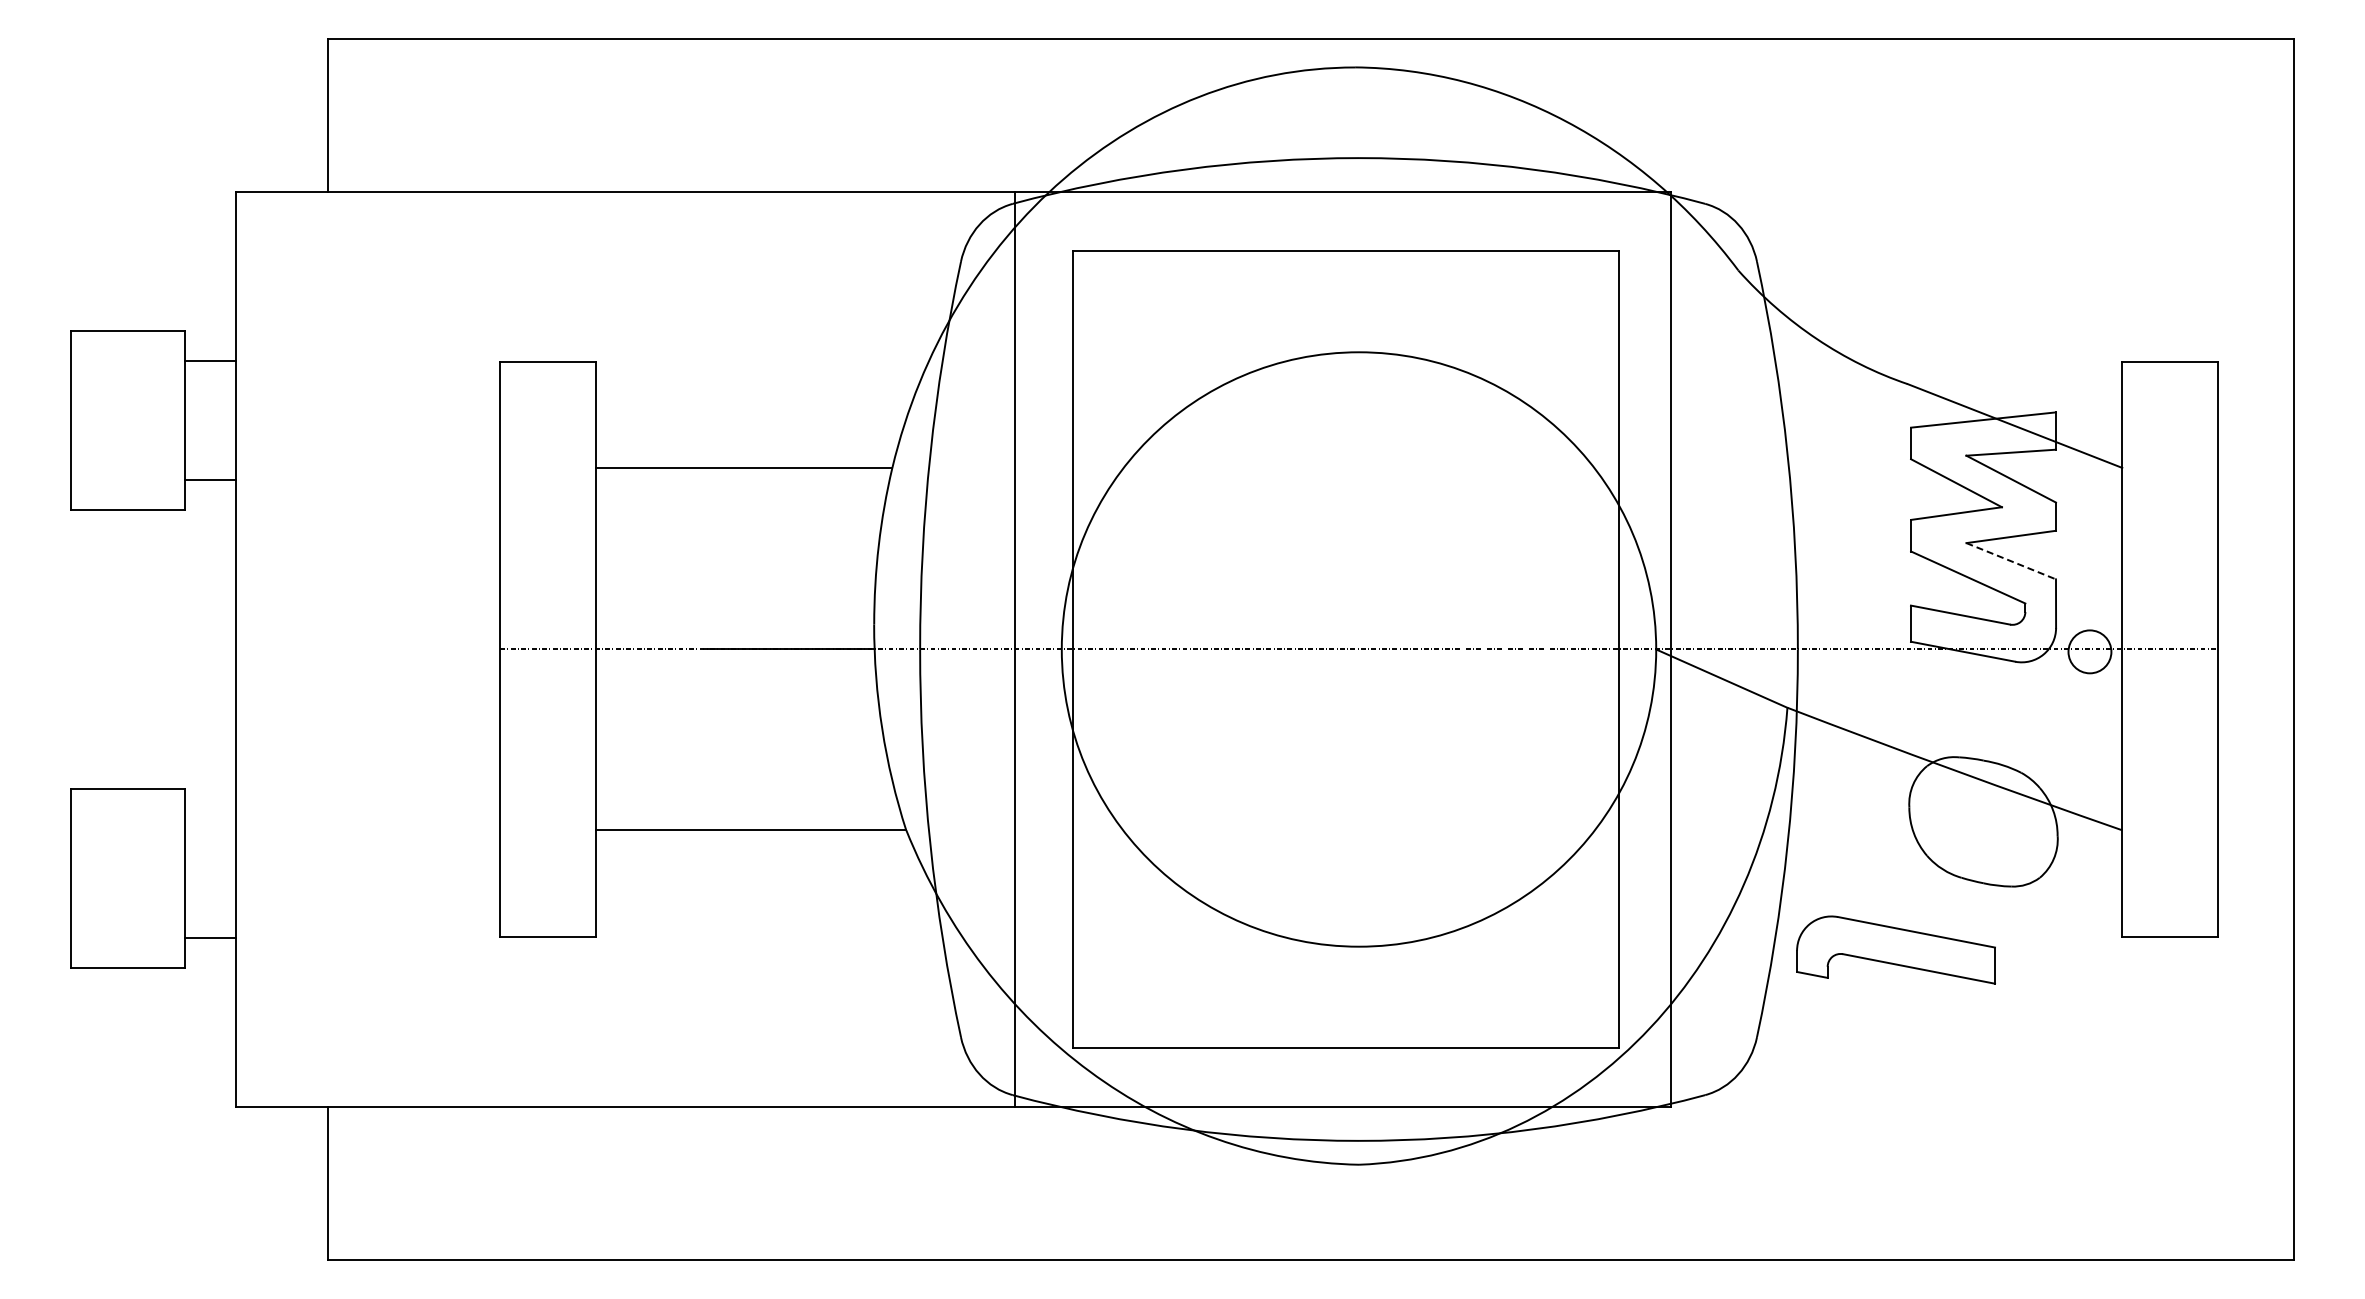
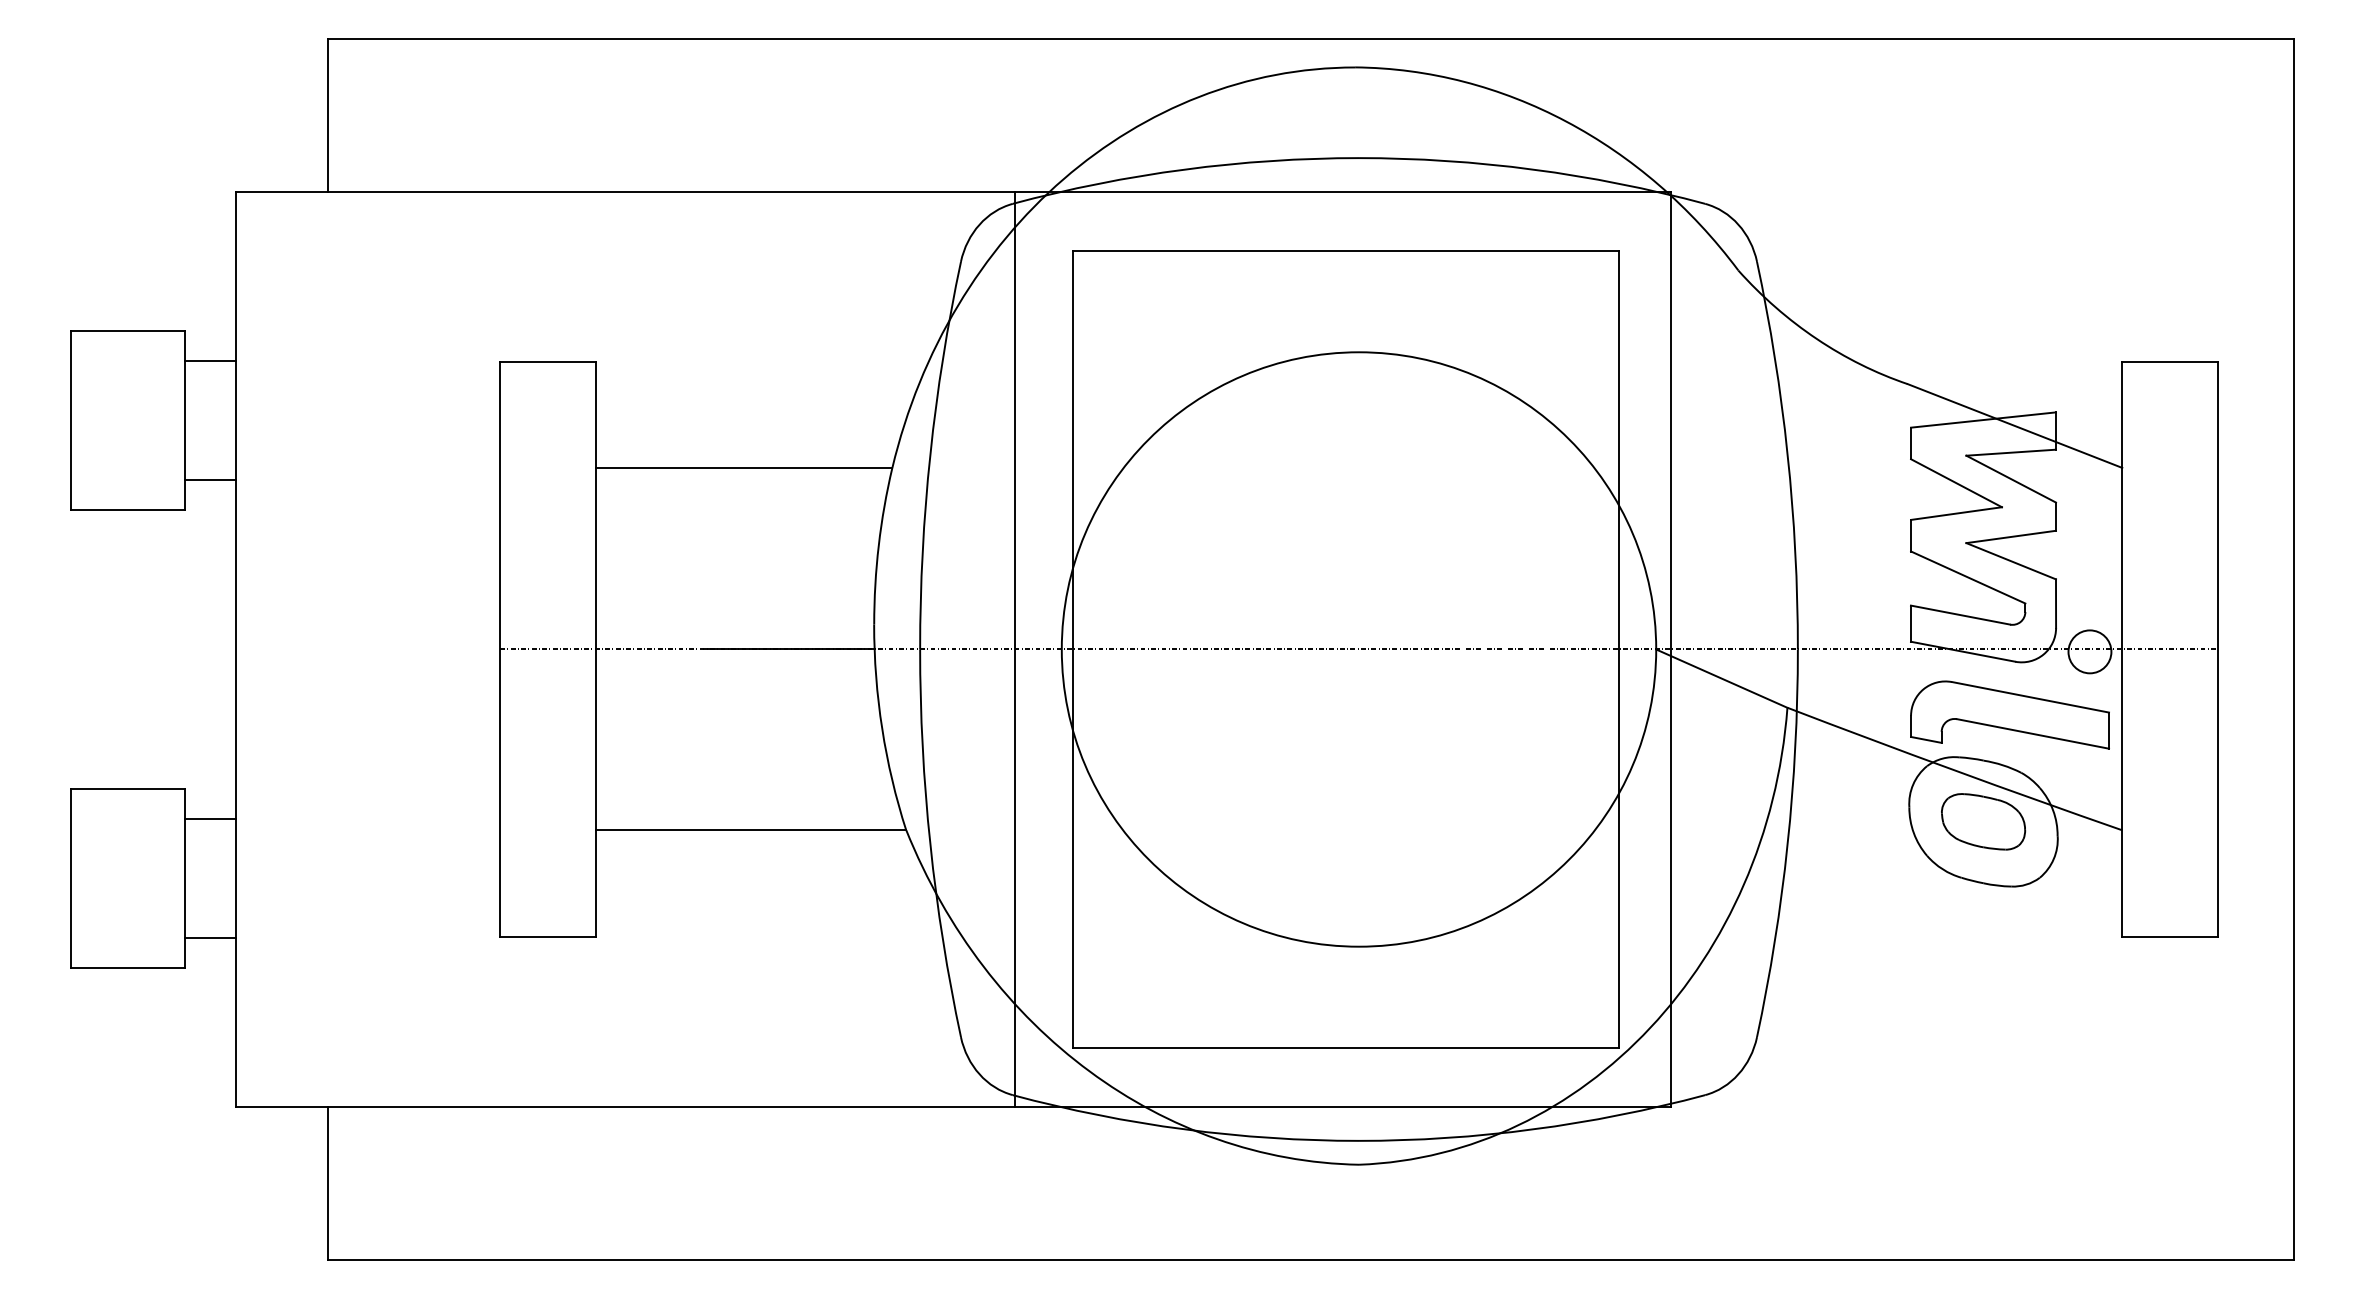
line at (2011, 561): dashed -> solid
line at (210, 818): none -> present
part at (1983, 821): none -> present
part at (1895, 949) position: (1895, 949) -> (2009, 714)
